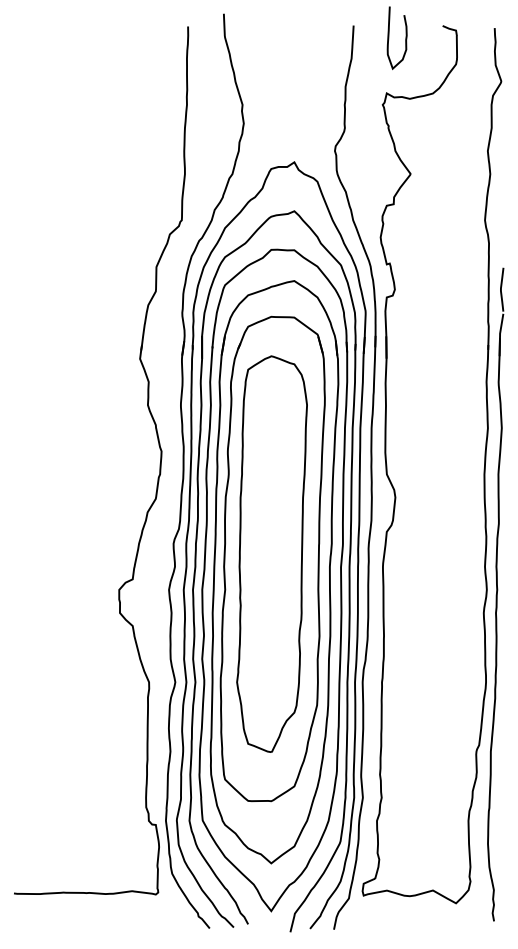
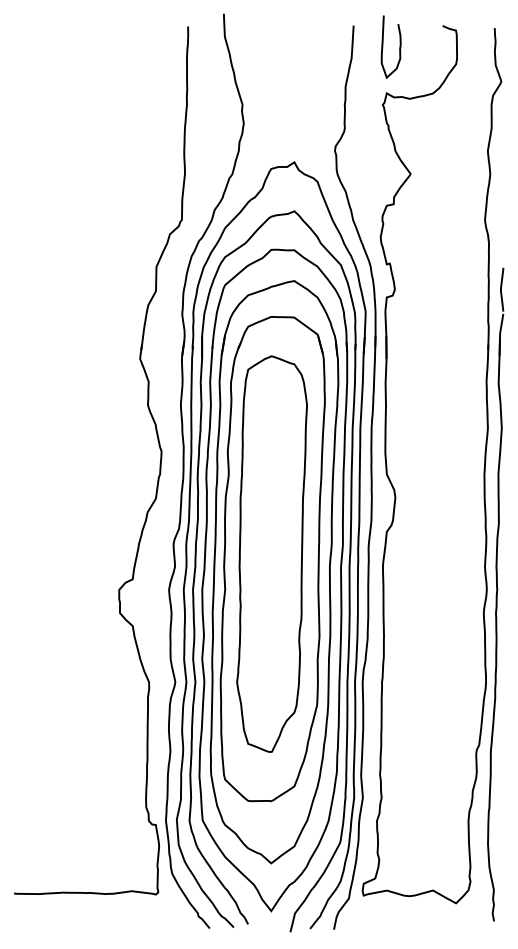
curve at (389, 37) position: (389, 37) -> (383, 46)
